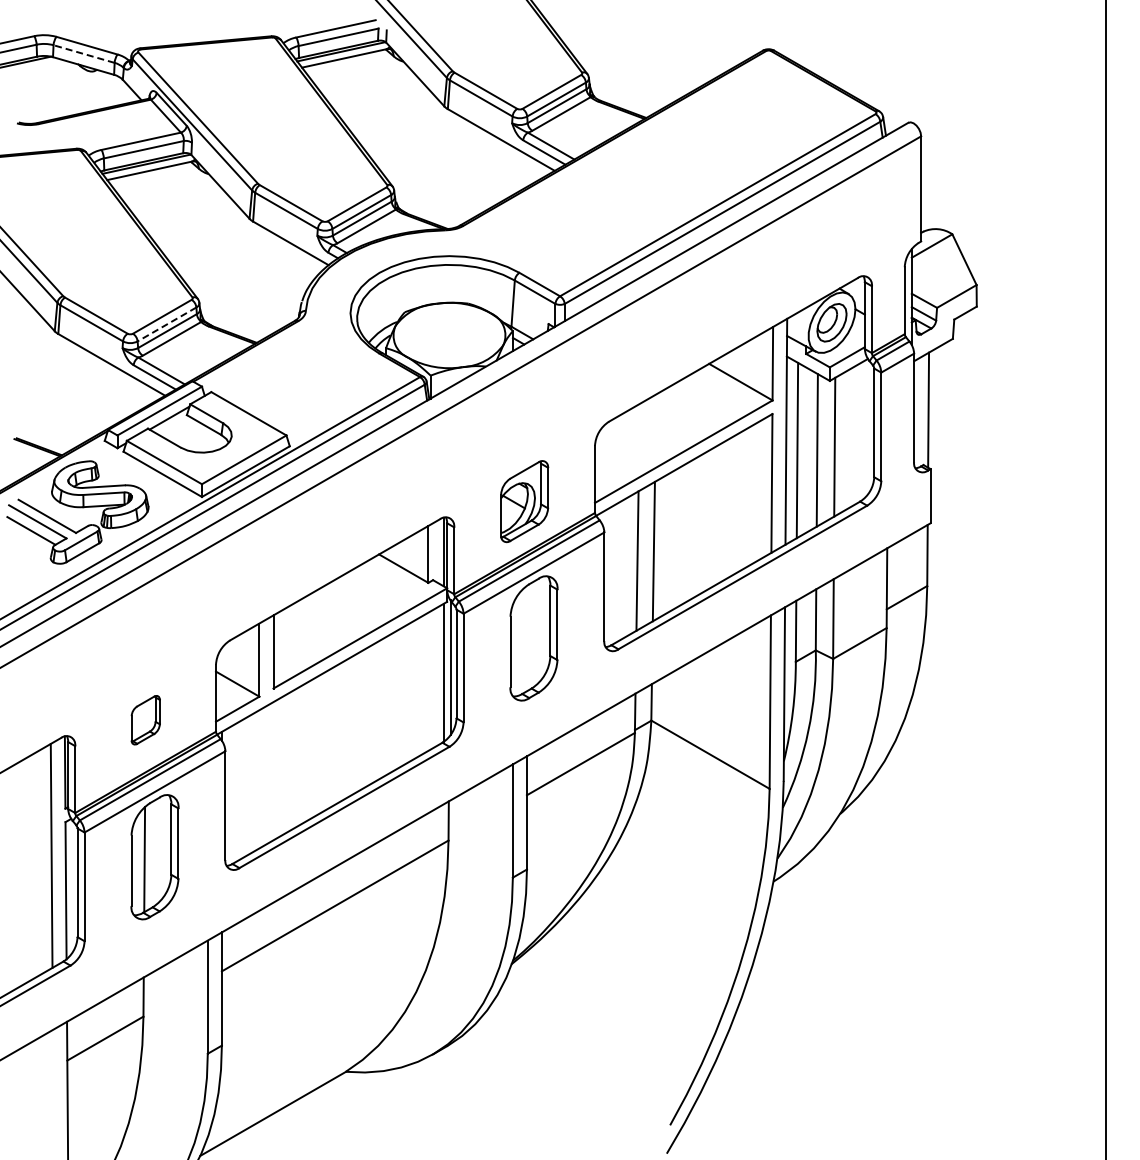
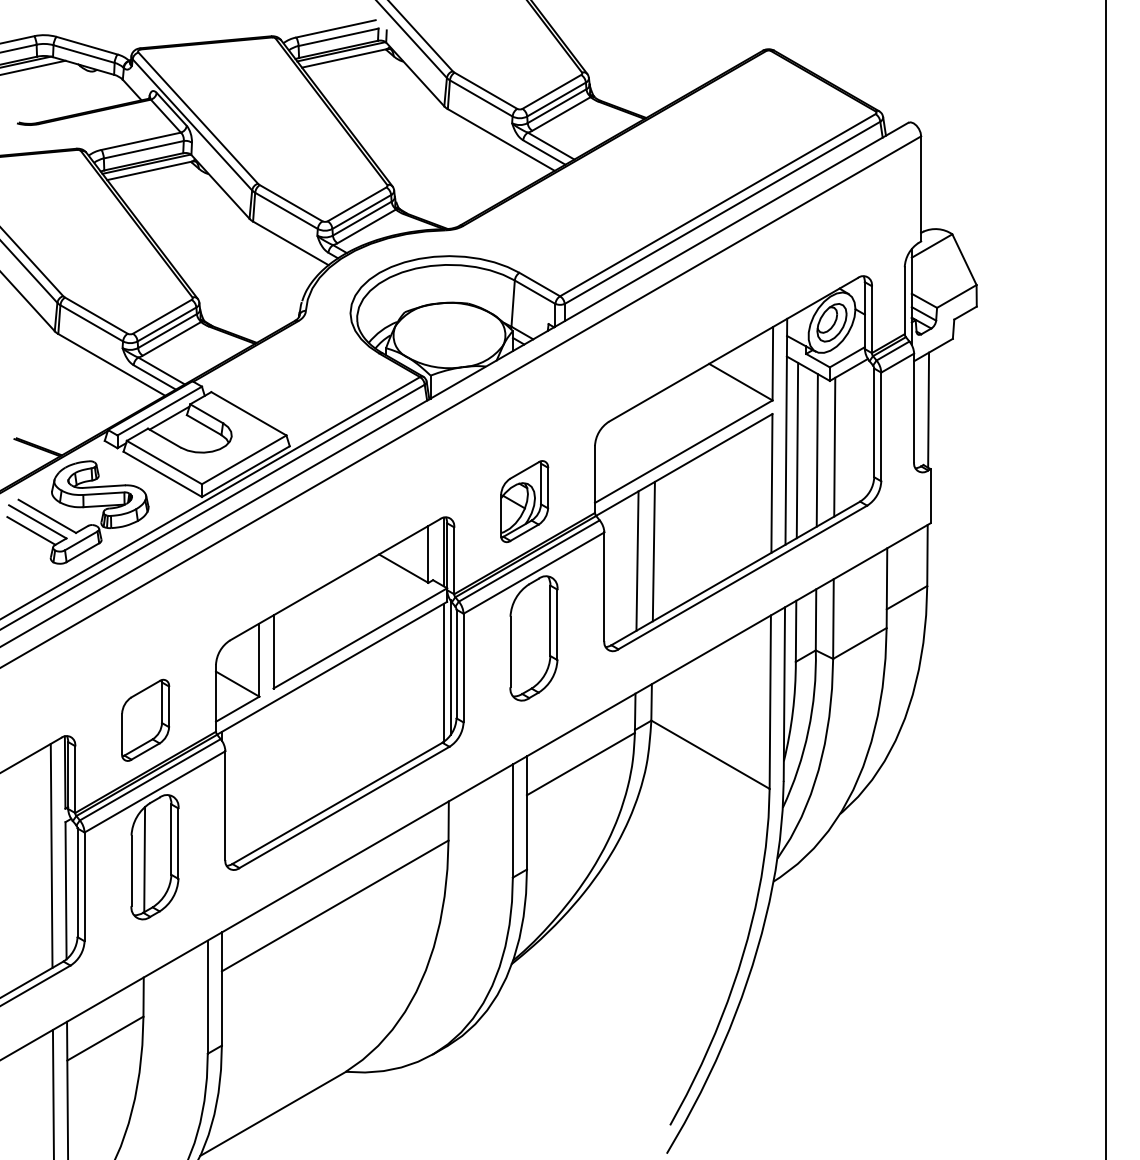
line at (84, 54): dashed -> solid
line at (33, 67): none -> present
line at (167, 324): dashed -> solid
part at (145, 720) size: 31x51 px -> 50x84 px
line at (52, 1092): none -> present
